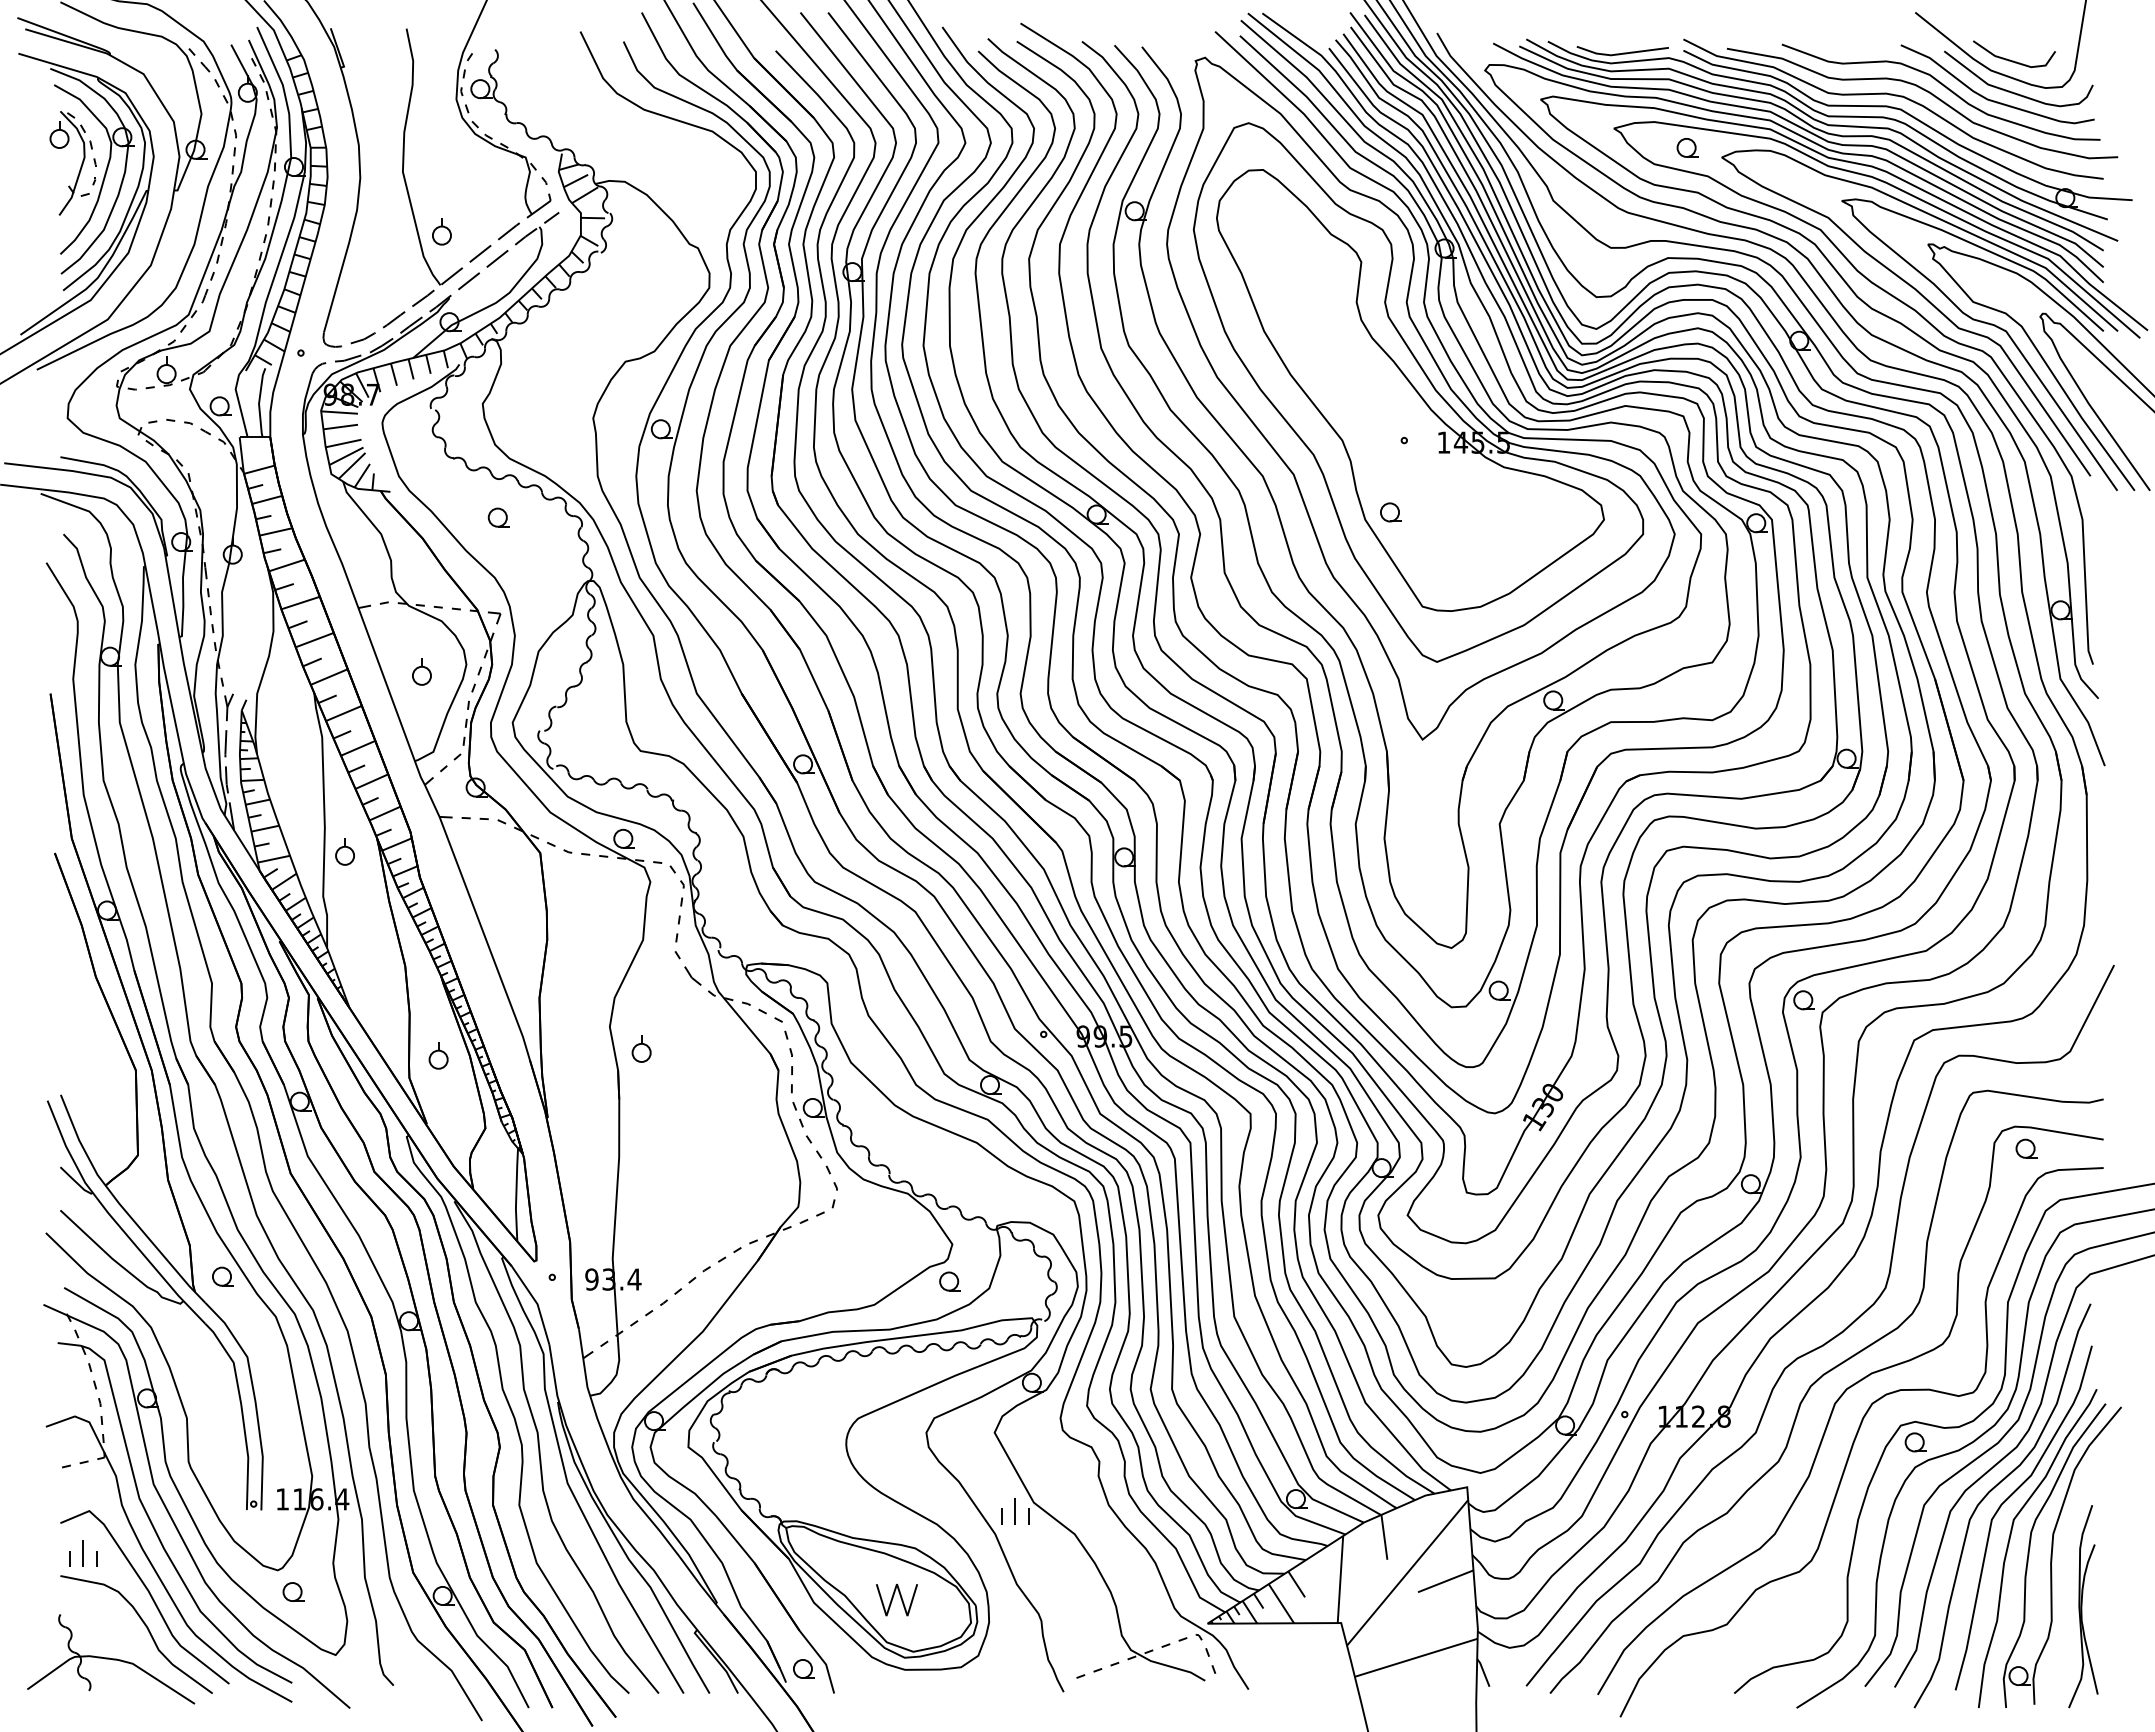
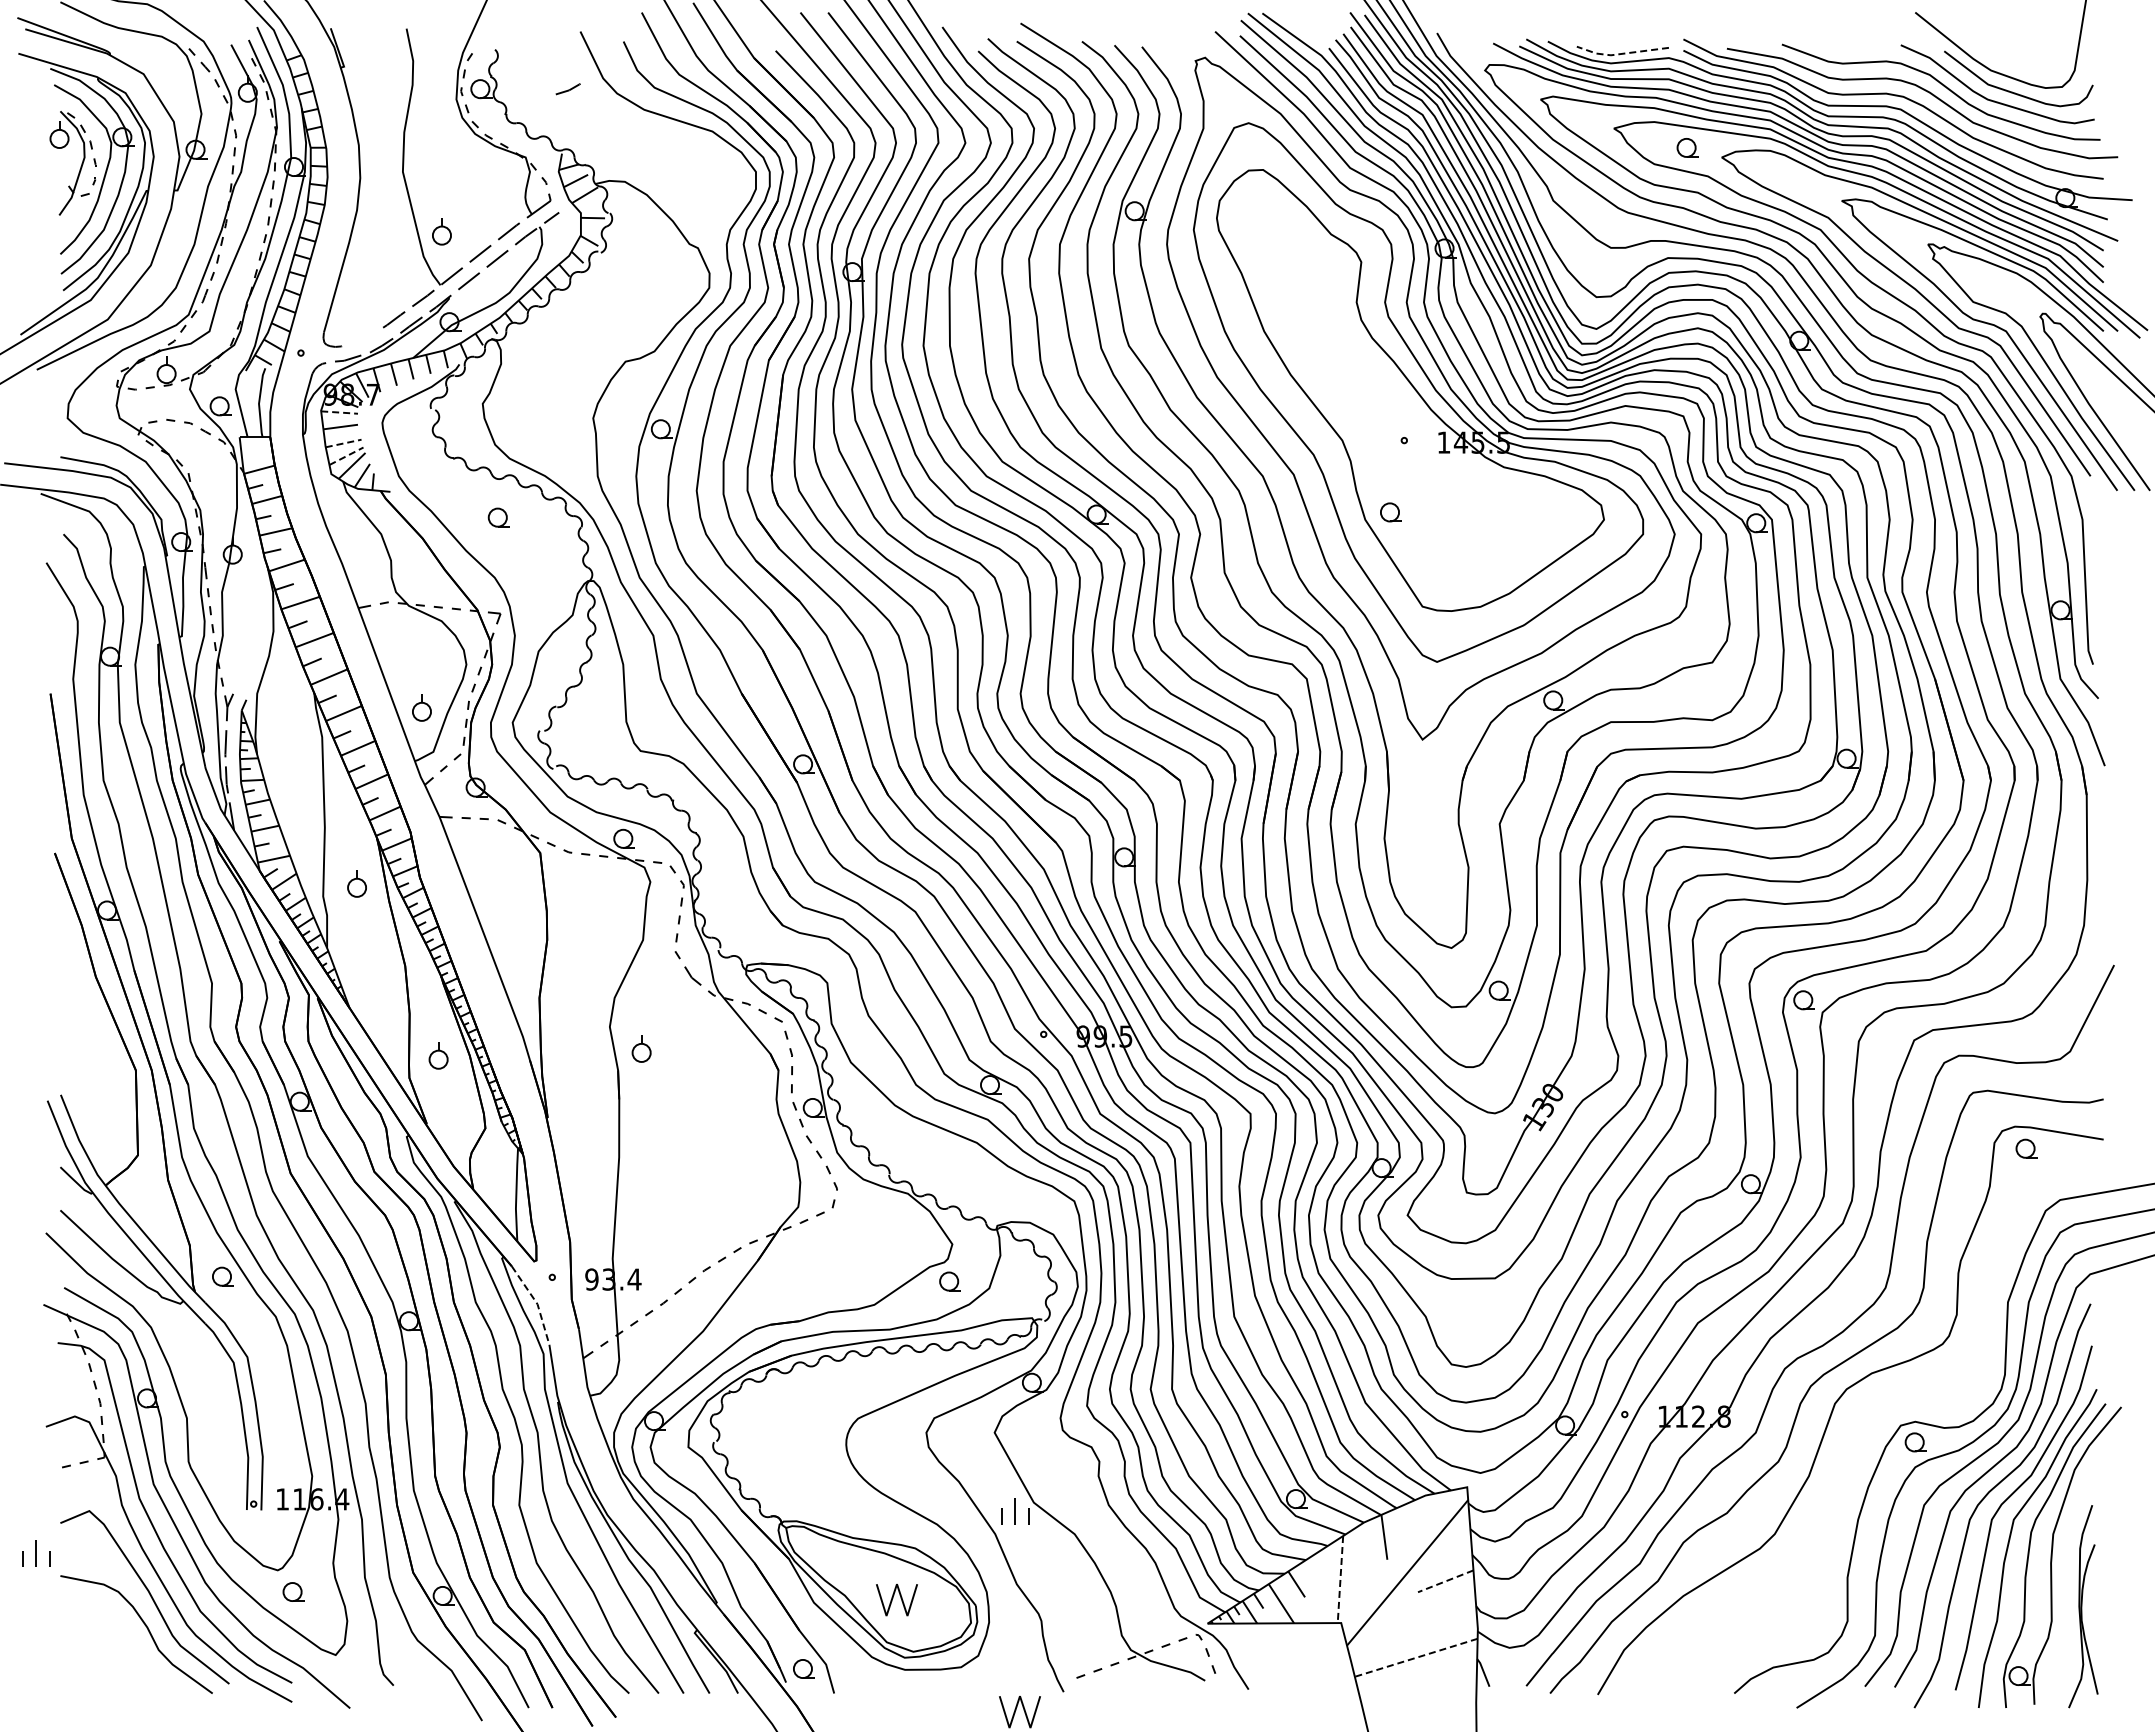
line at (1620, 54): solid -> dashed
line at (2013, 60): present -> none
part at (362, 338) position: (362, 338) -> (567, 89)
line at (340, 412): solid -> dashed
line at (344, 443): solid -> dashed
line at (346, 456): solid -> dashed
part at (421, 671) position: (421, 671) -> (421, 707)
part at (344, 851) position: (344, 851) -> (356, 883)
line at (536, 1303): solid -> dashed
curve at (1855, 1440): present -> none
part at (83, 1553) position: (83, 1553) -> (36, 1553)
line at (1340, 1579): solid -> dashed
line at (1445, 1581): solid -> dashed
line at (1415, 1657): solid -> dashed
part at (111, 1659): present -> none
part at (1019, 1712): none -> present
